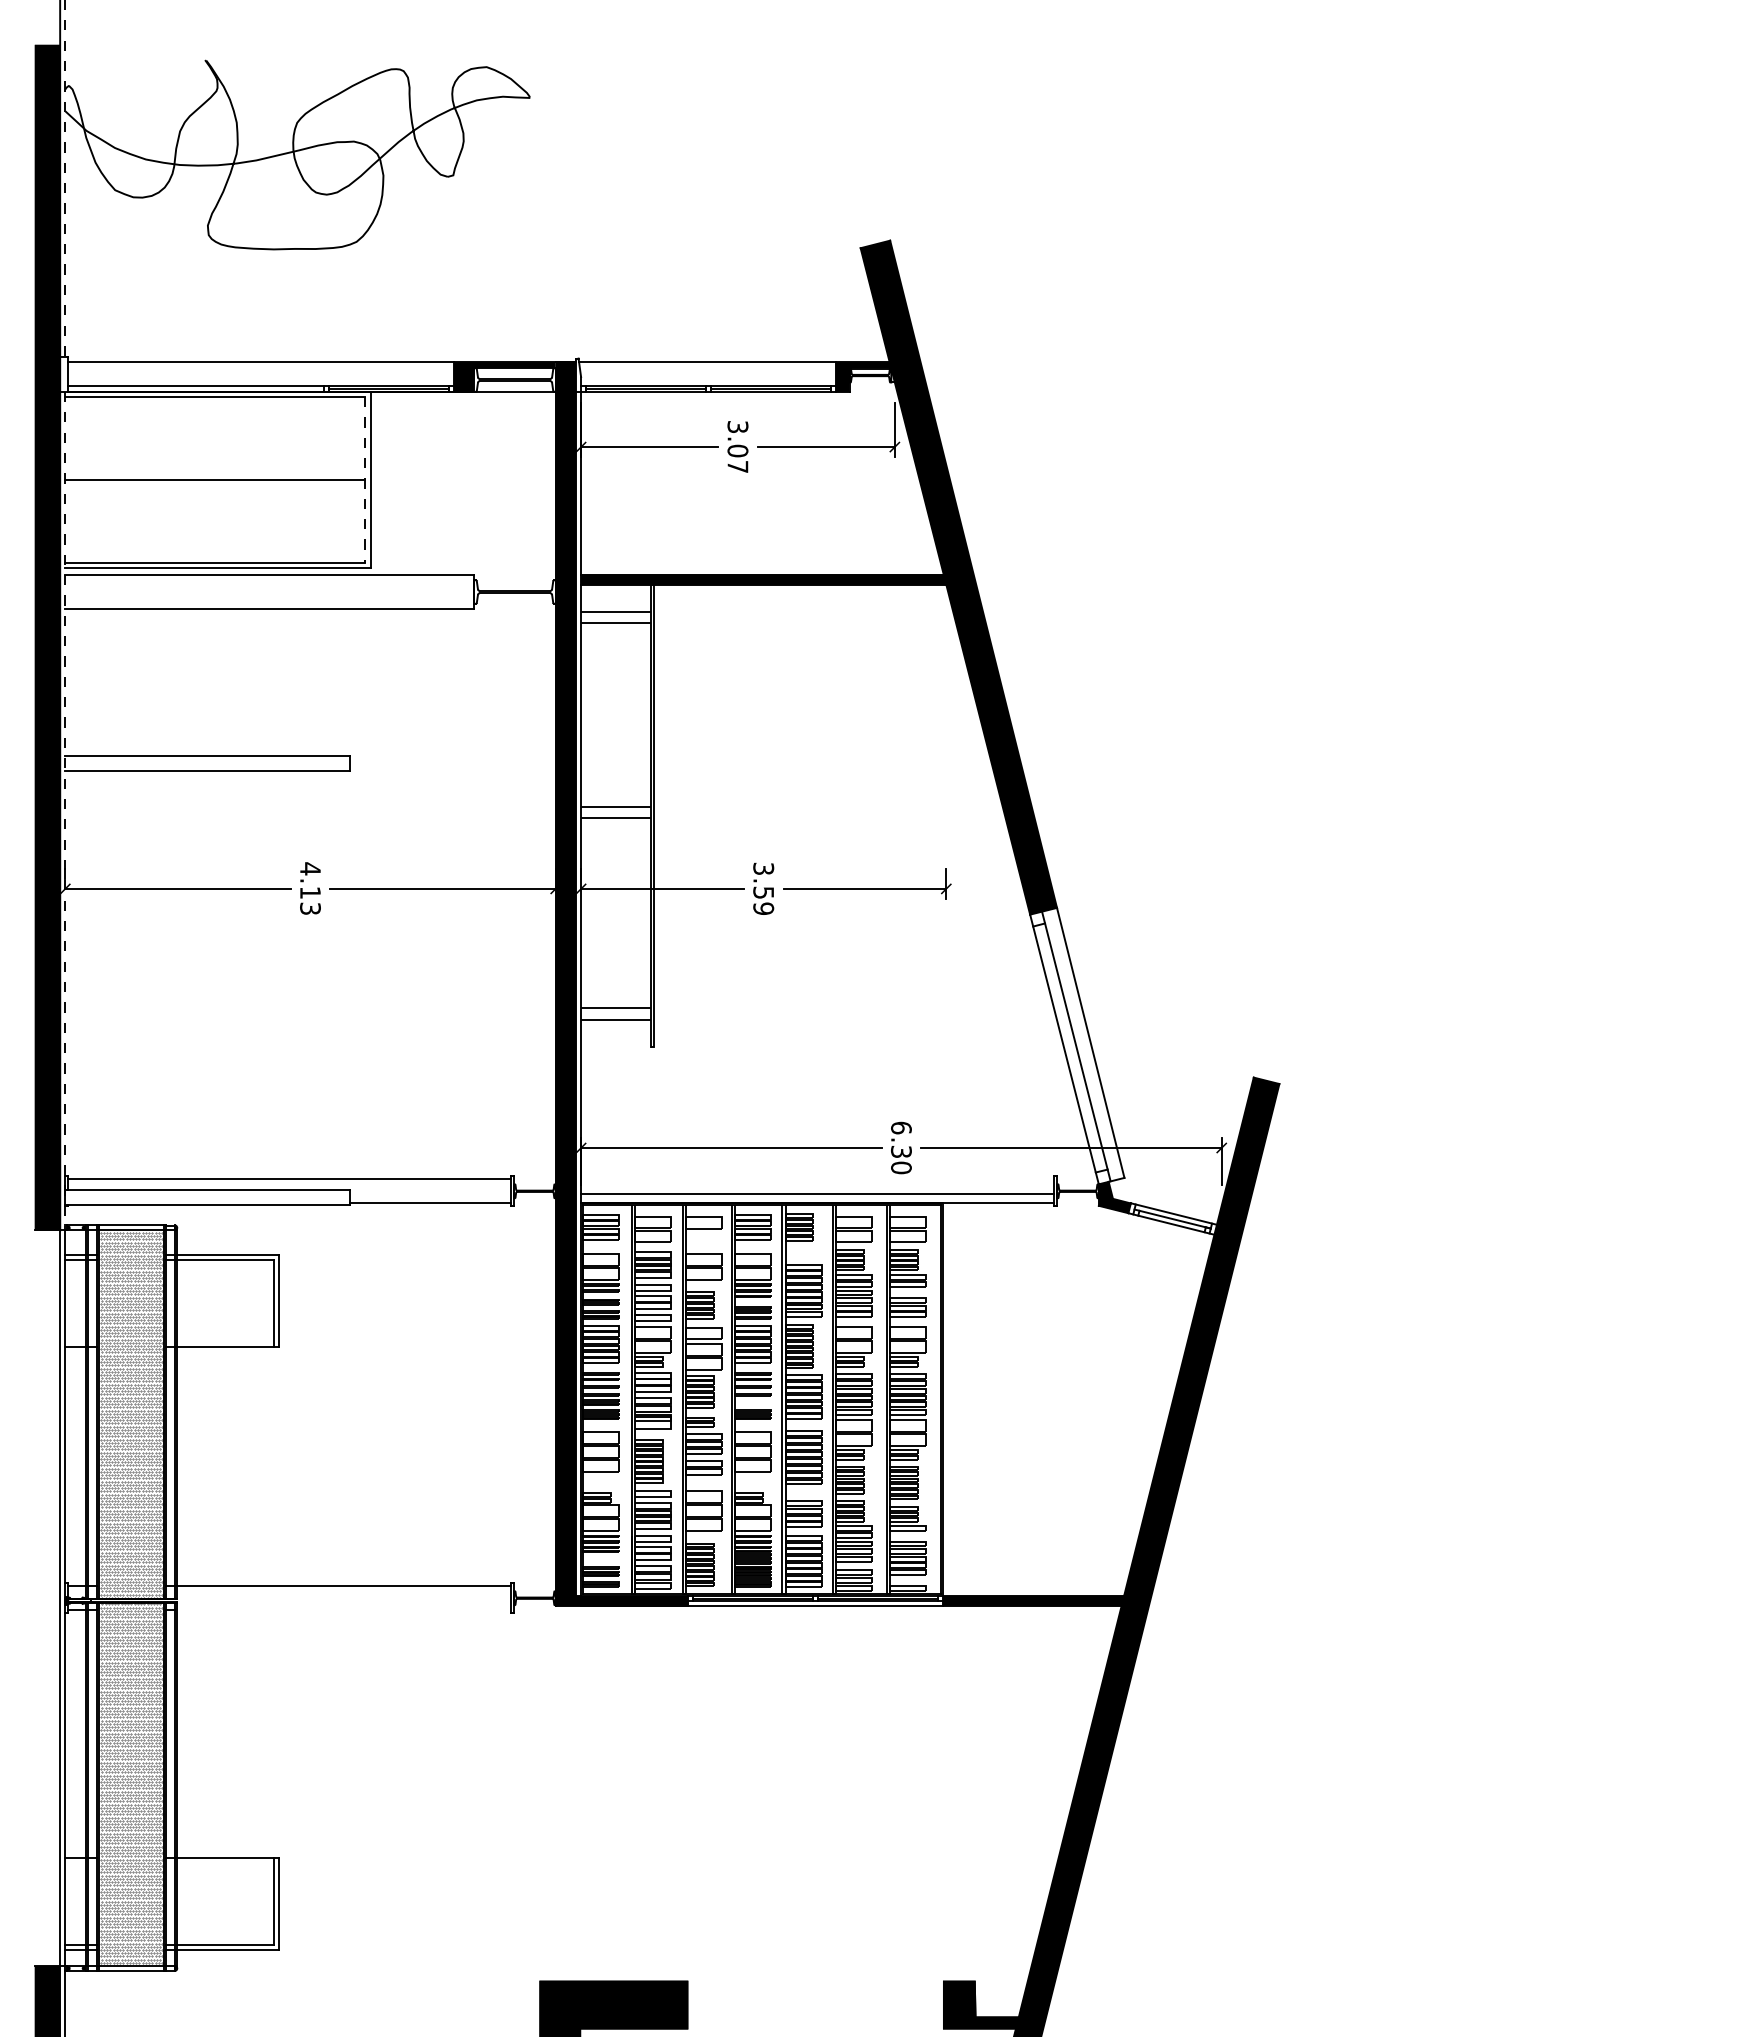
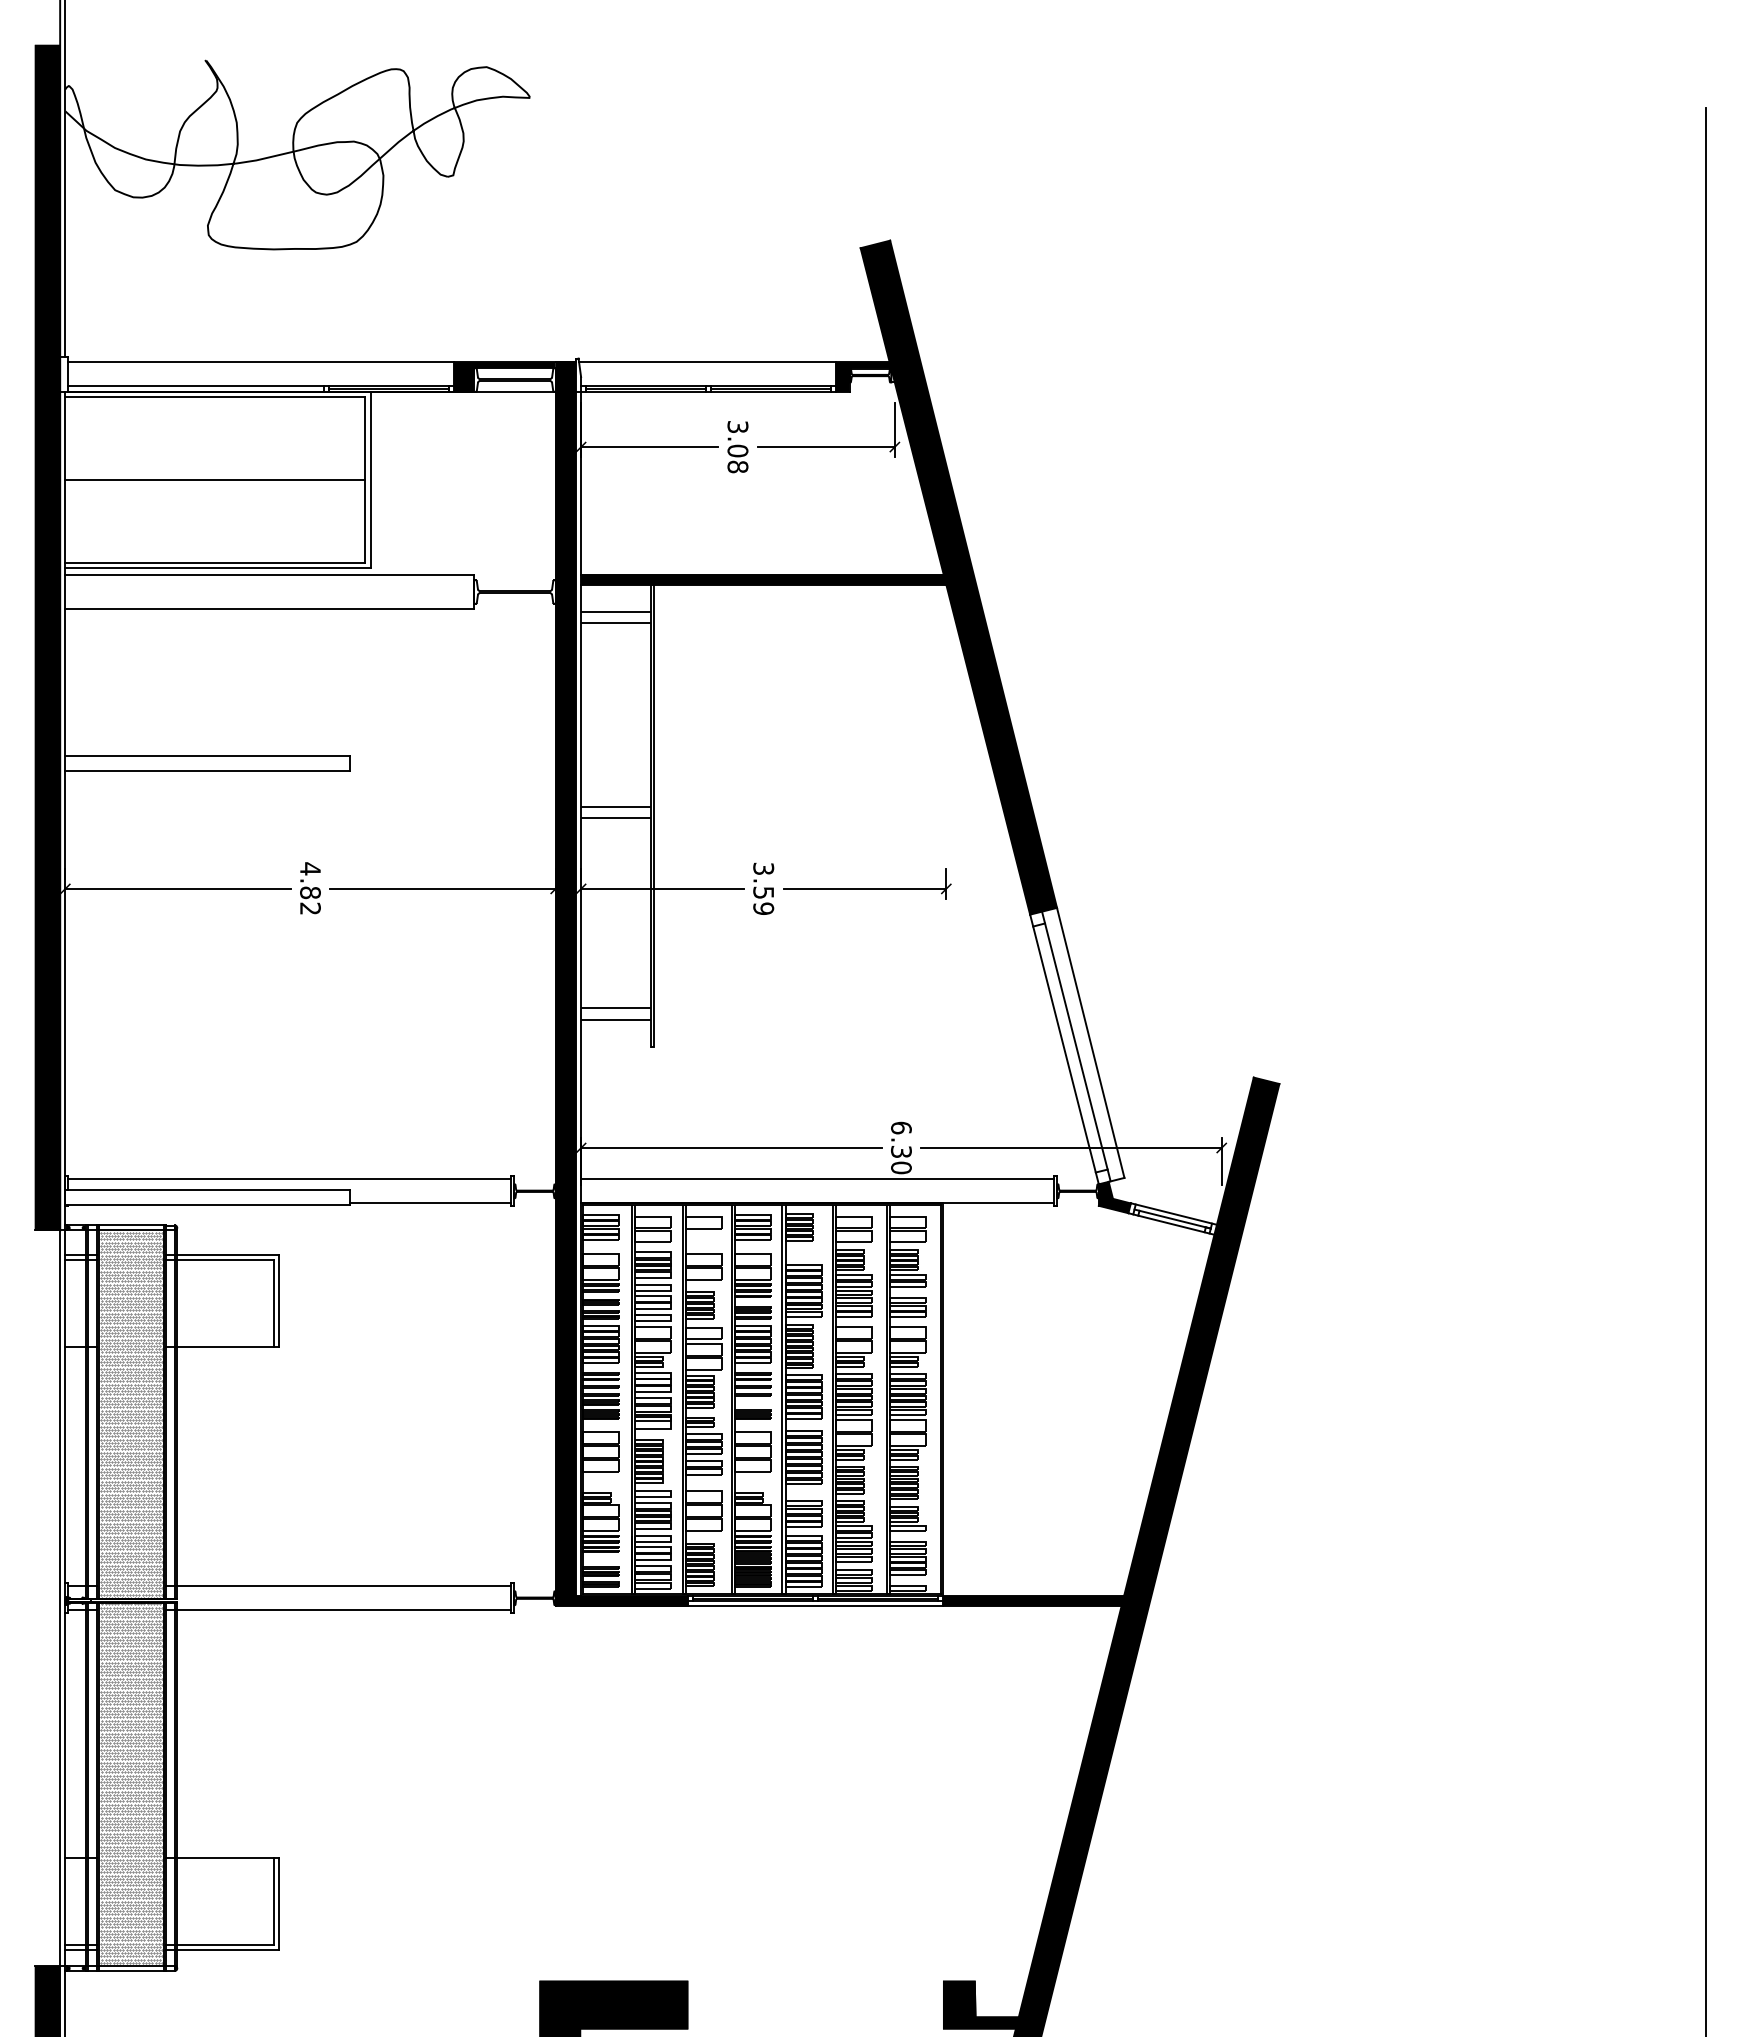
line at (65, 179): dashed -> solid
text at (737, 466): 3.07 -> 3.08
line at (365, 479): dashed -> solid
line at (65, 811): dashed -> solid
text at (310, 900): 4.13 -> 4.82
line at (1706, 1070): none -> present
line at (817, 1193) position: (817, 1193) -> (817, 1178)
line at (343, 1609): none -> present
